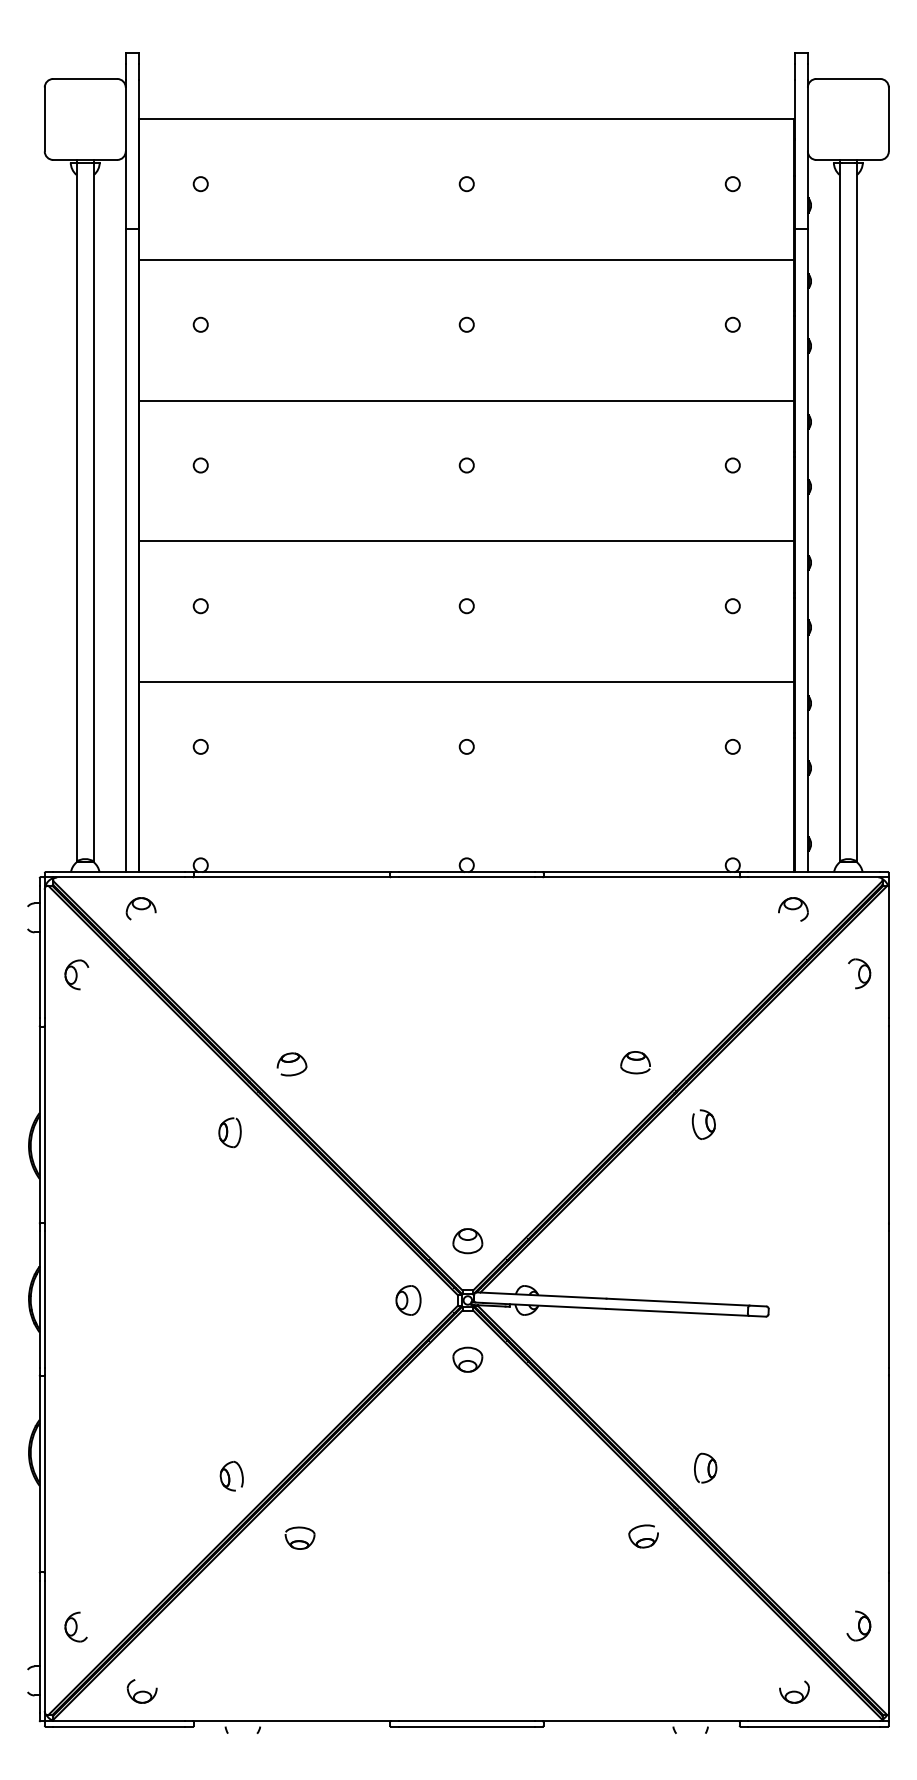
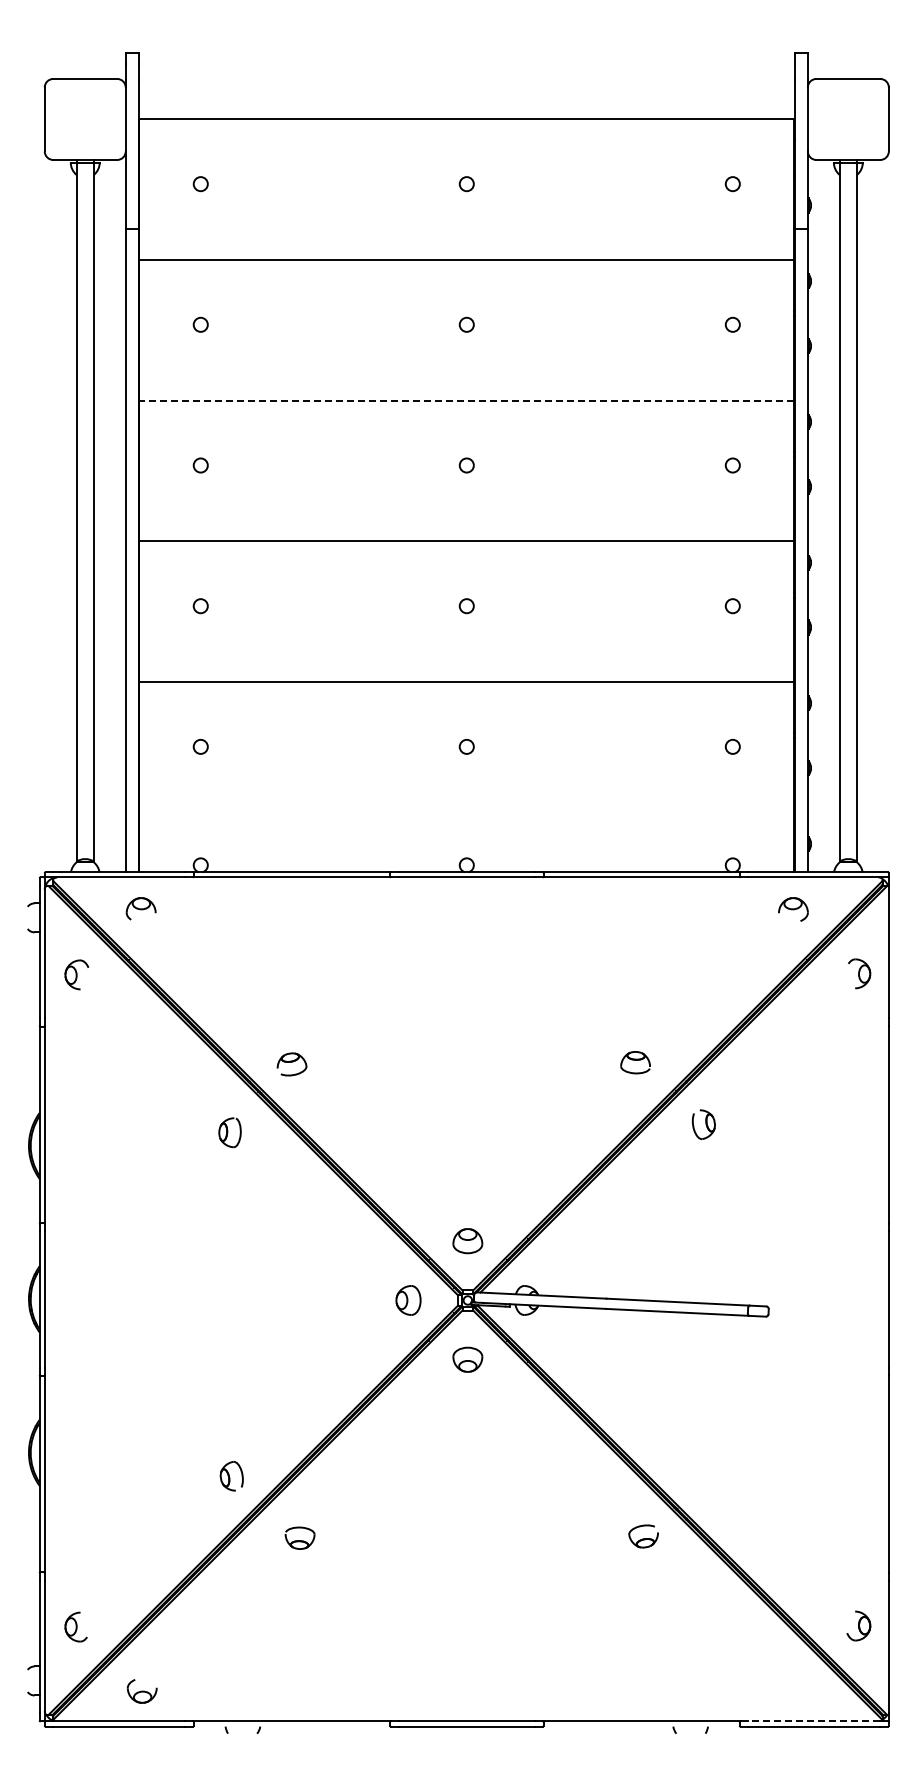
line at (466, 400): solid -> dashed
part at (705, 1467): present -> none
part at (794, 1691): present -> none
line at (813, 1721): solid -> dashed
